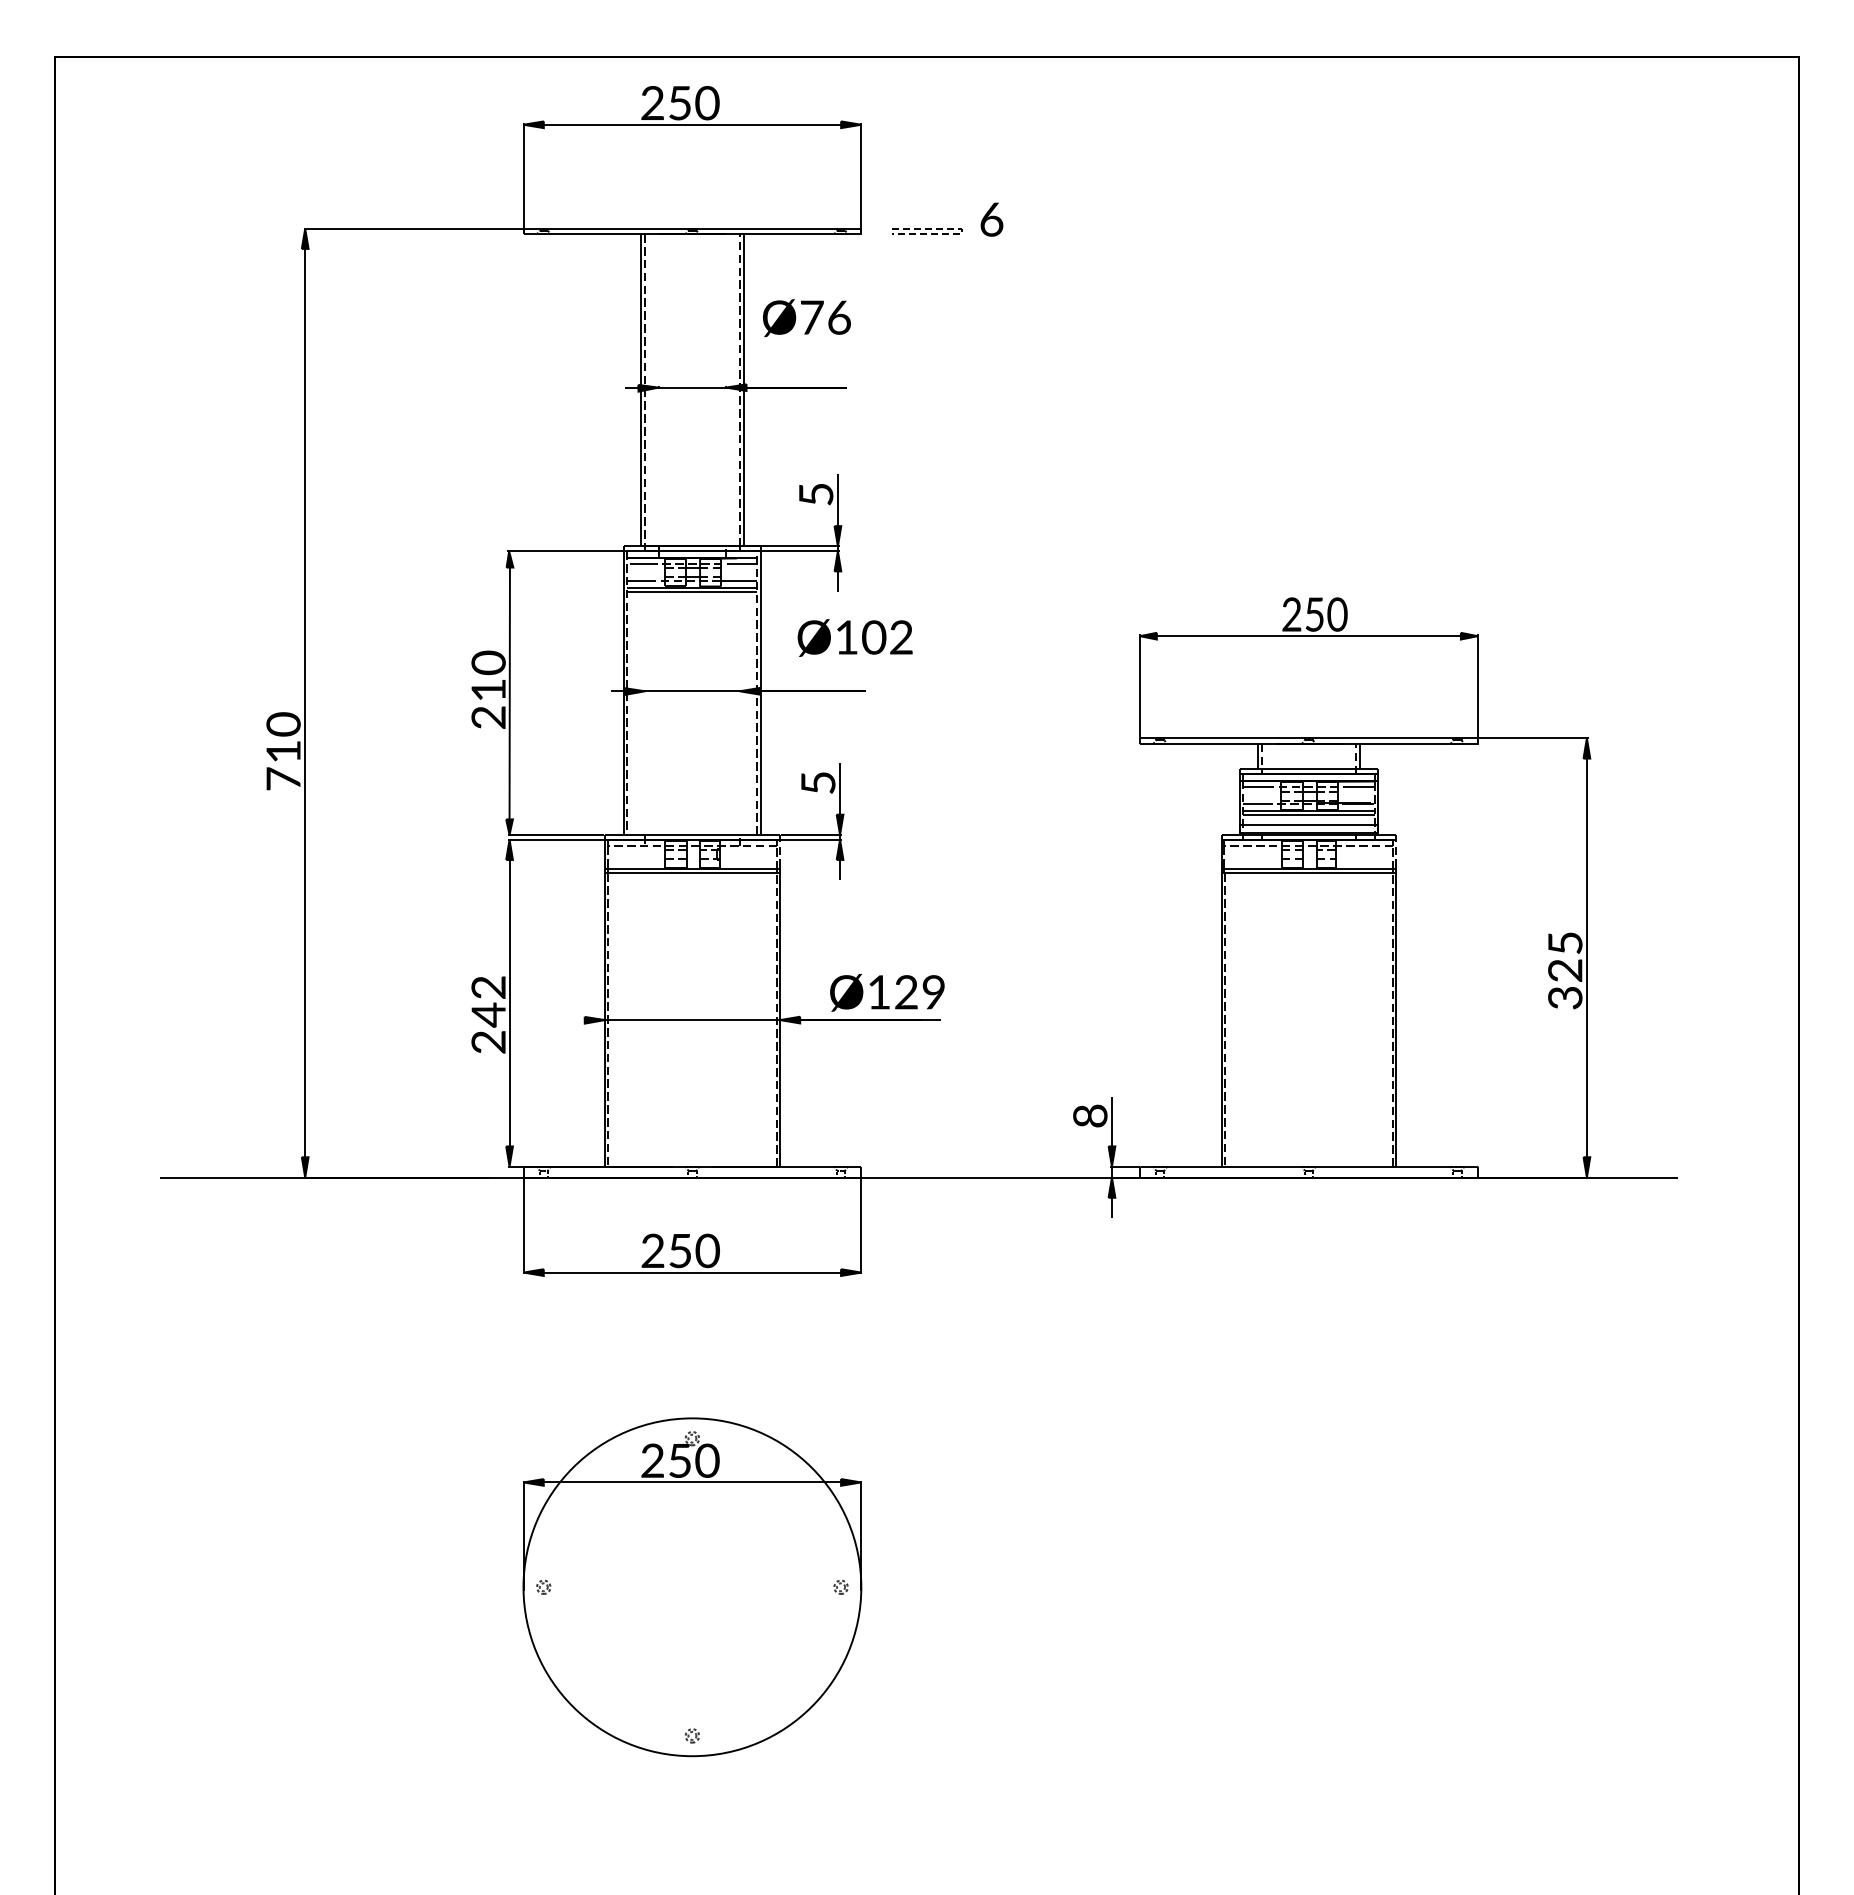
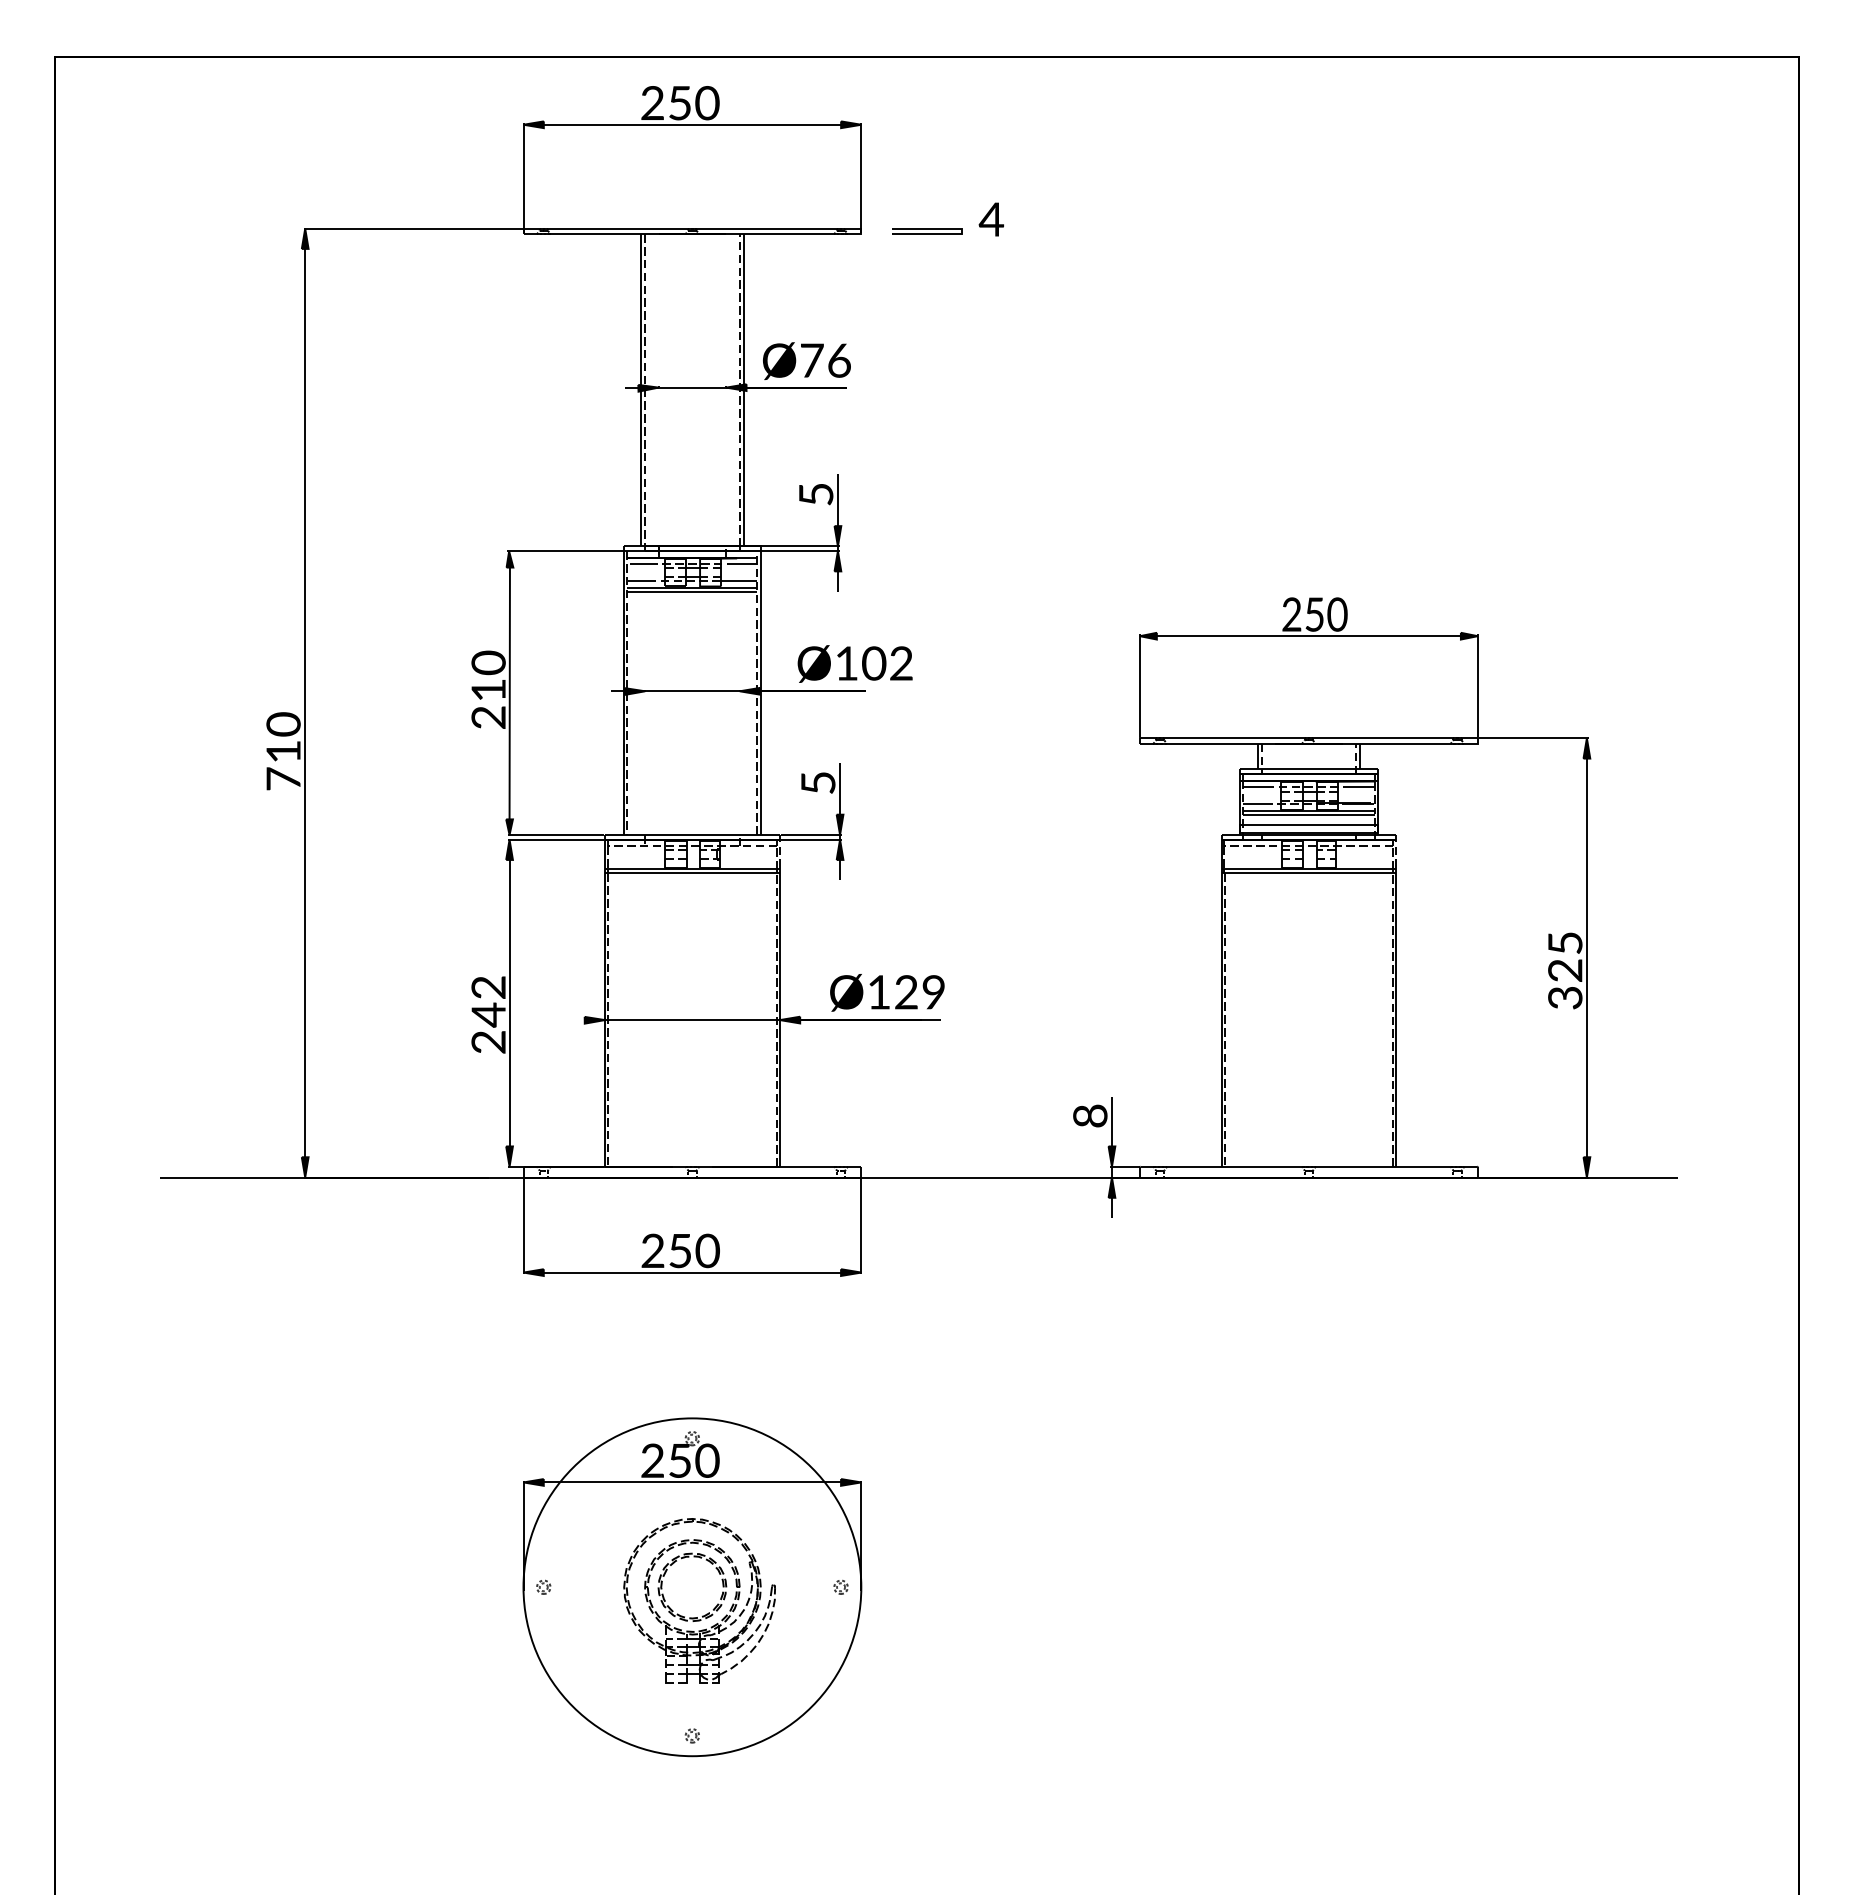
text at (991, 219): 6 -> 4
line at (961, 231): dashed -> solid
text at (806, 317) position: (806, 317) -> (806, 360)
text at (854, 637) position: (854, 637) -> (854, 663)
part at (706, 1613): none -> present
